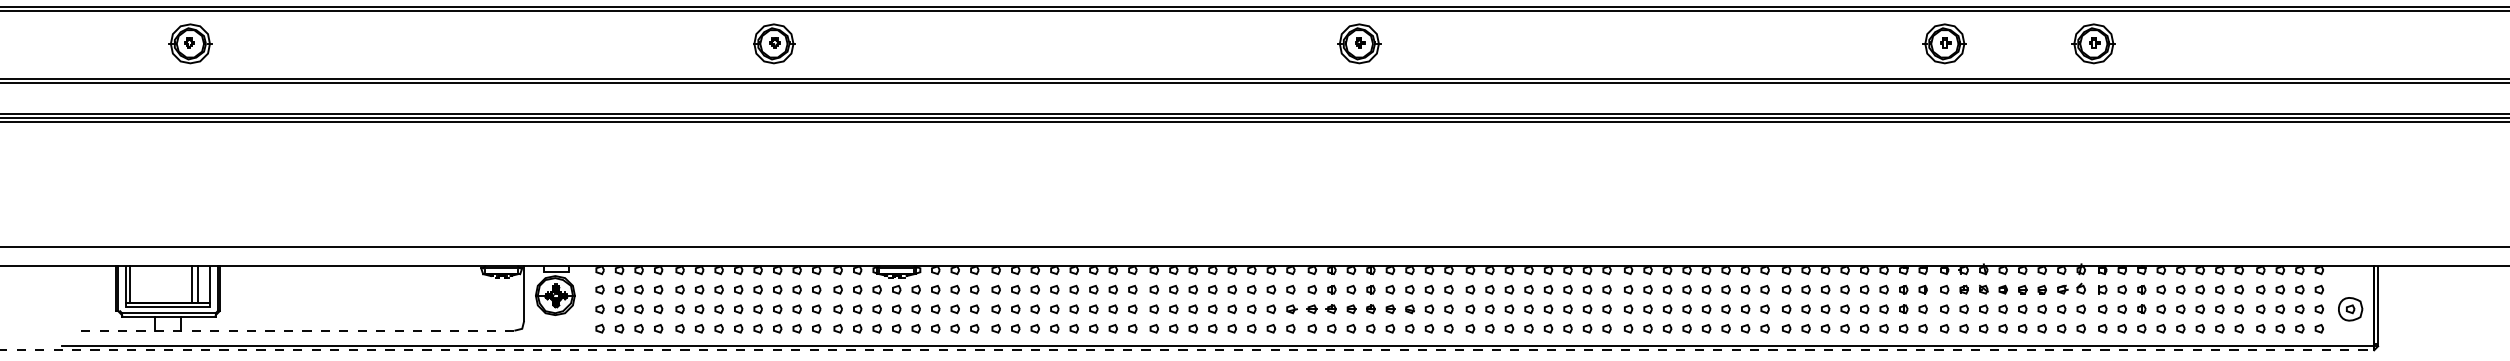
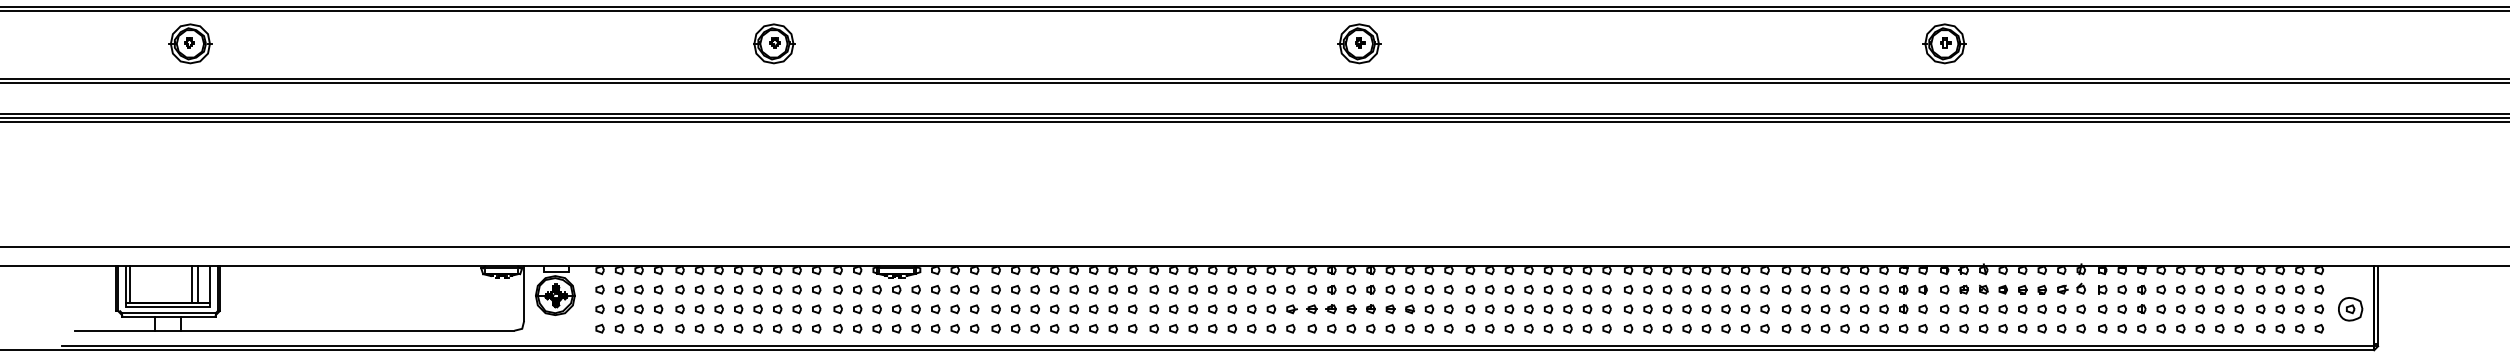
part at (2093, 43): present -> none
line at (294, 330): dashed -> solid
line at (1187, 350): dashed -> solid
